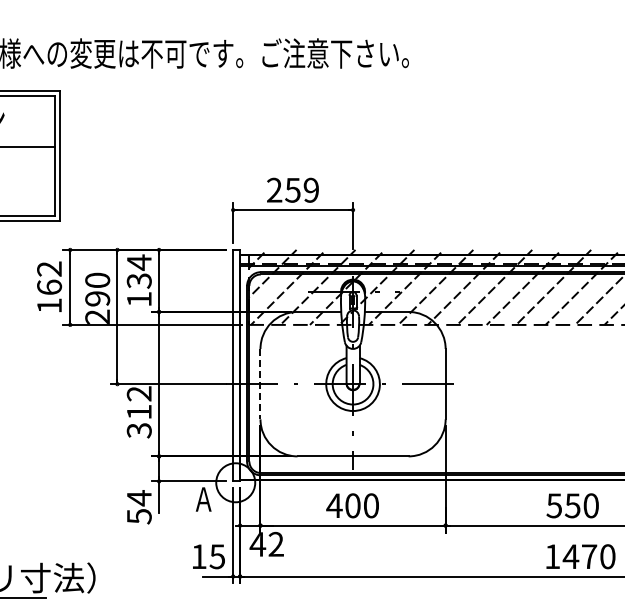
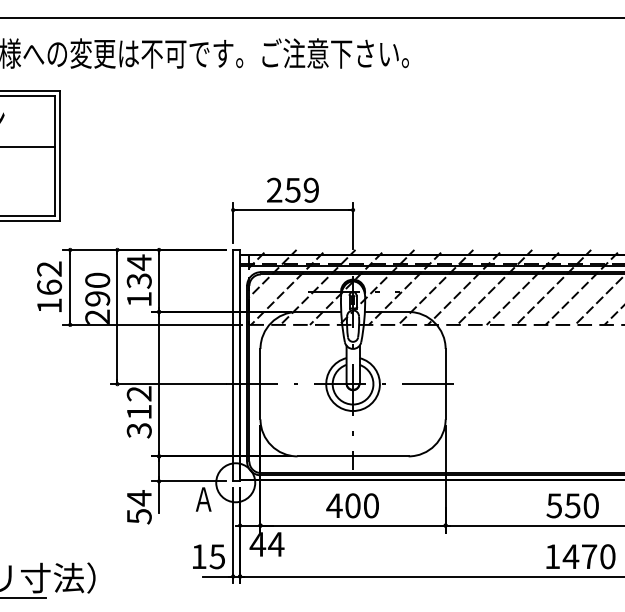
line at (311, 18): none -> present
line at (260, 384): dashed -> solid
text at (275, 543): 42 -> 44
